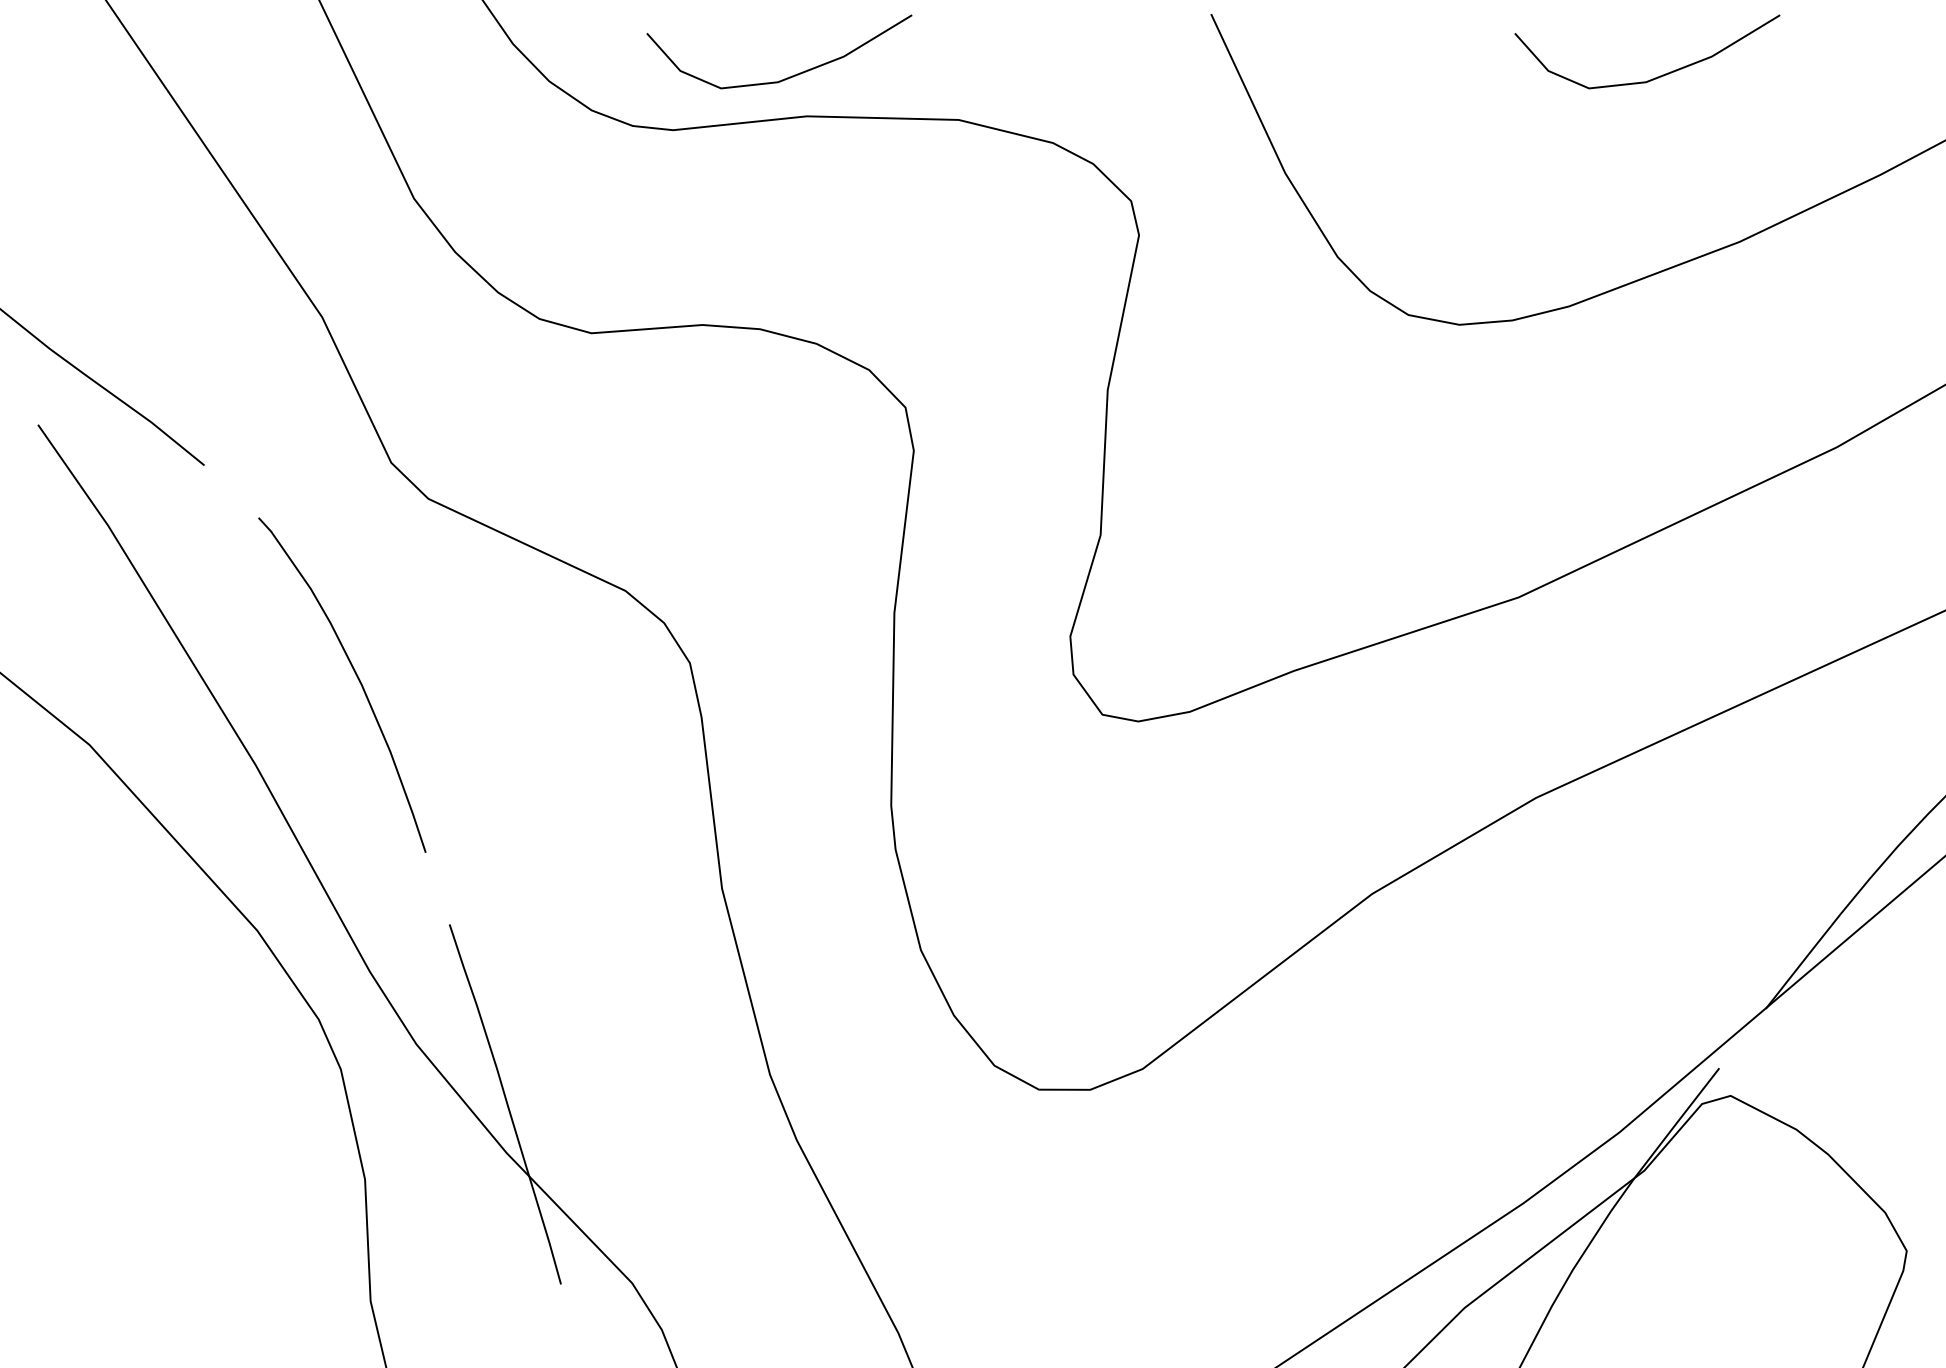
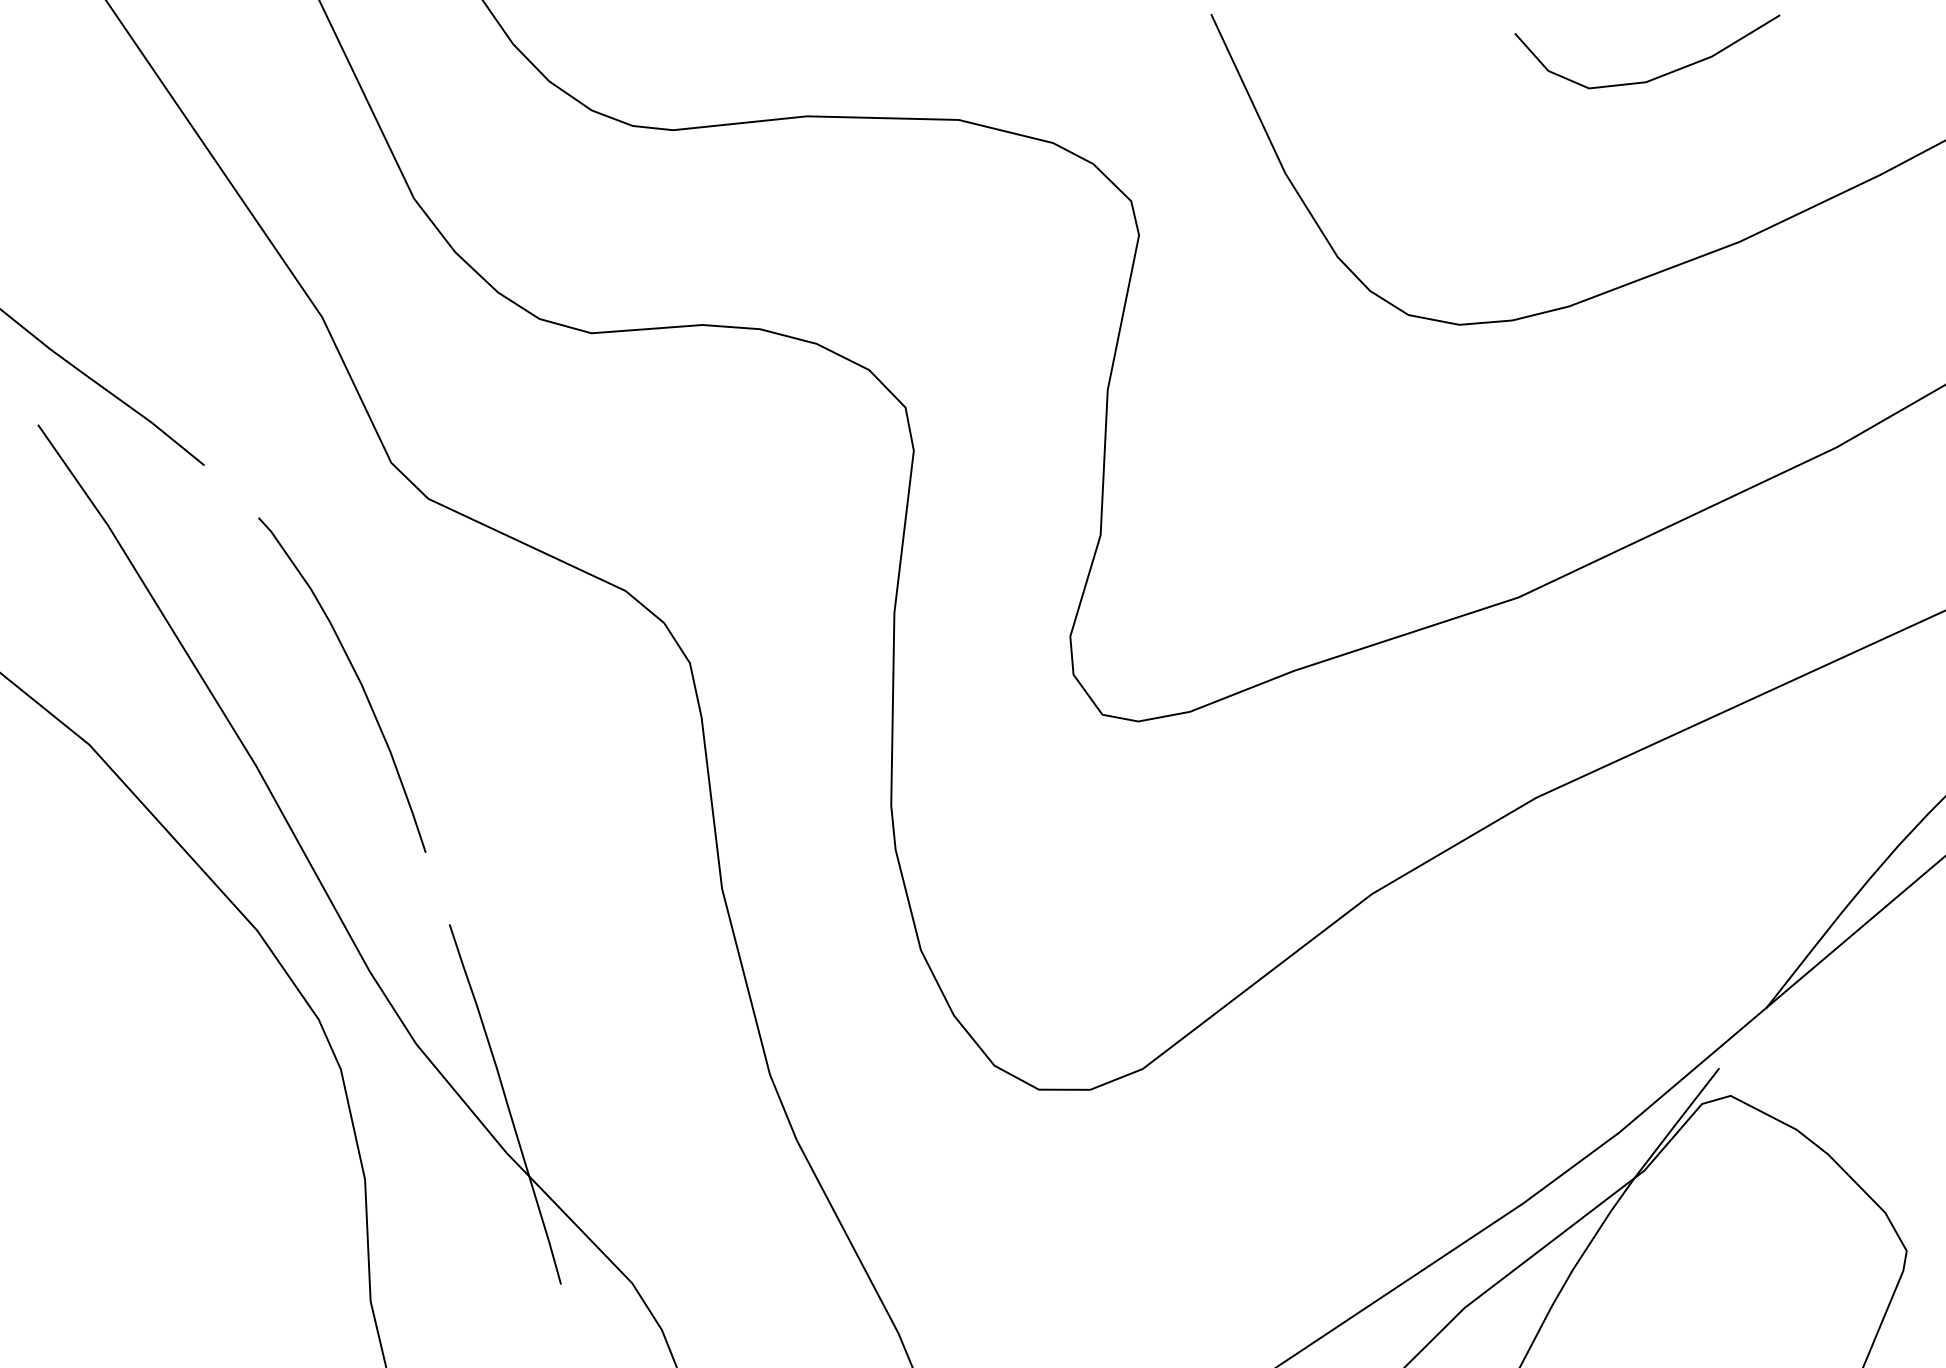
curve at (789, 76): present -> none
